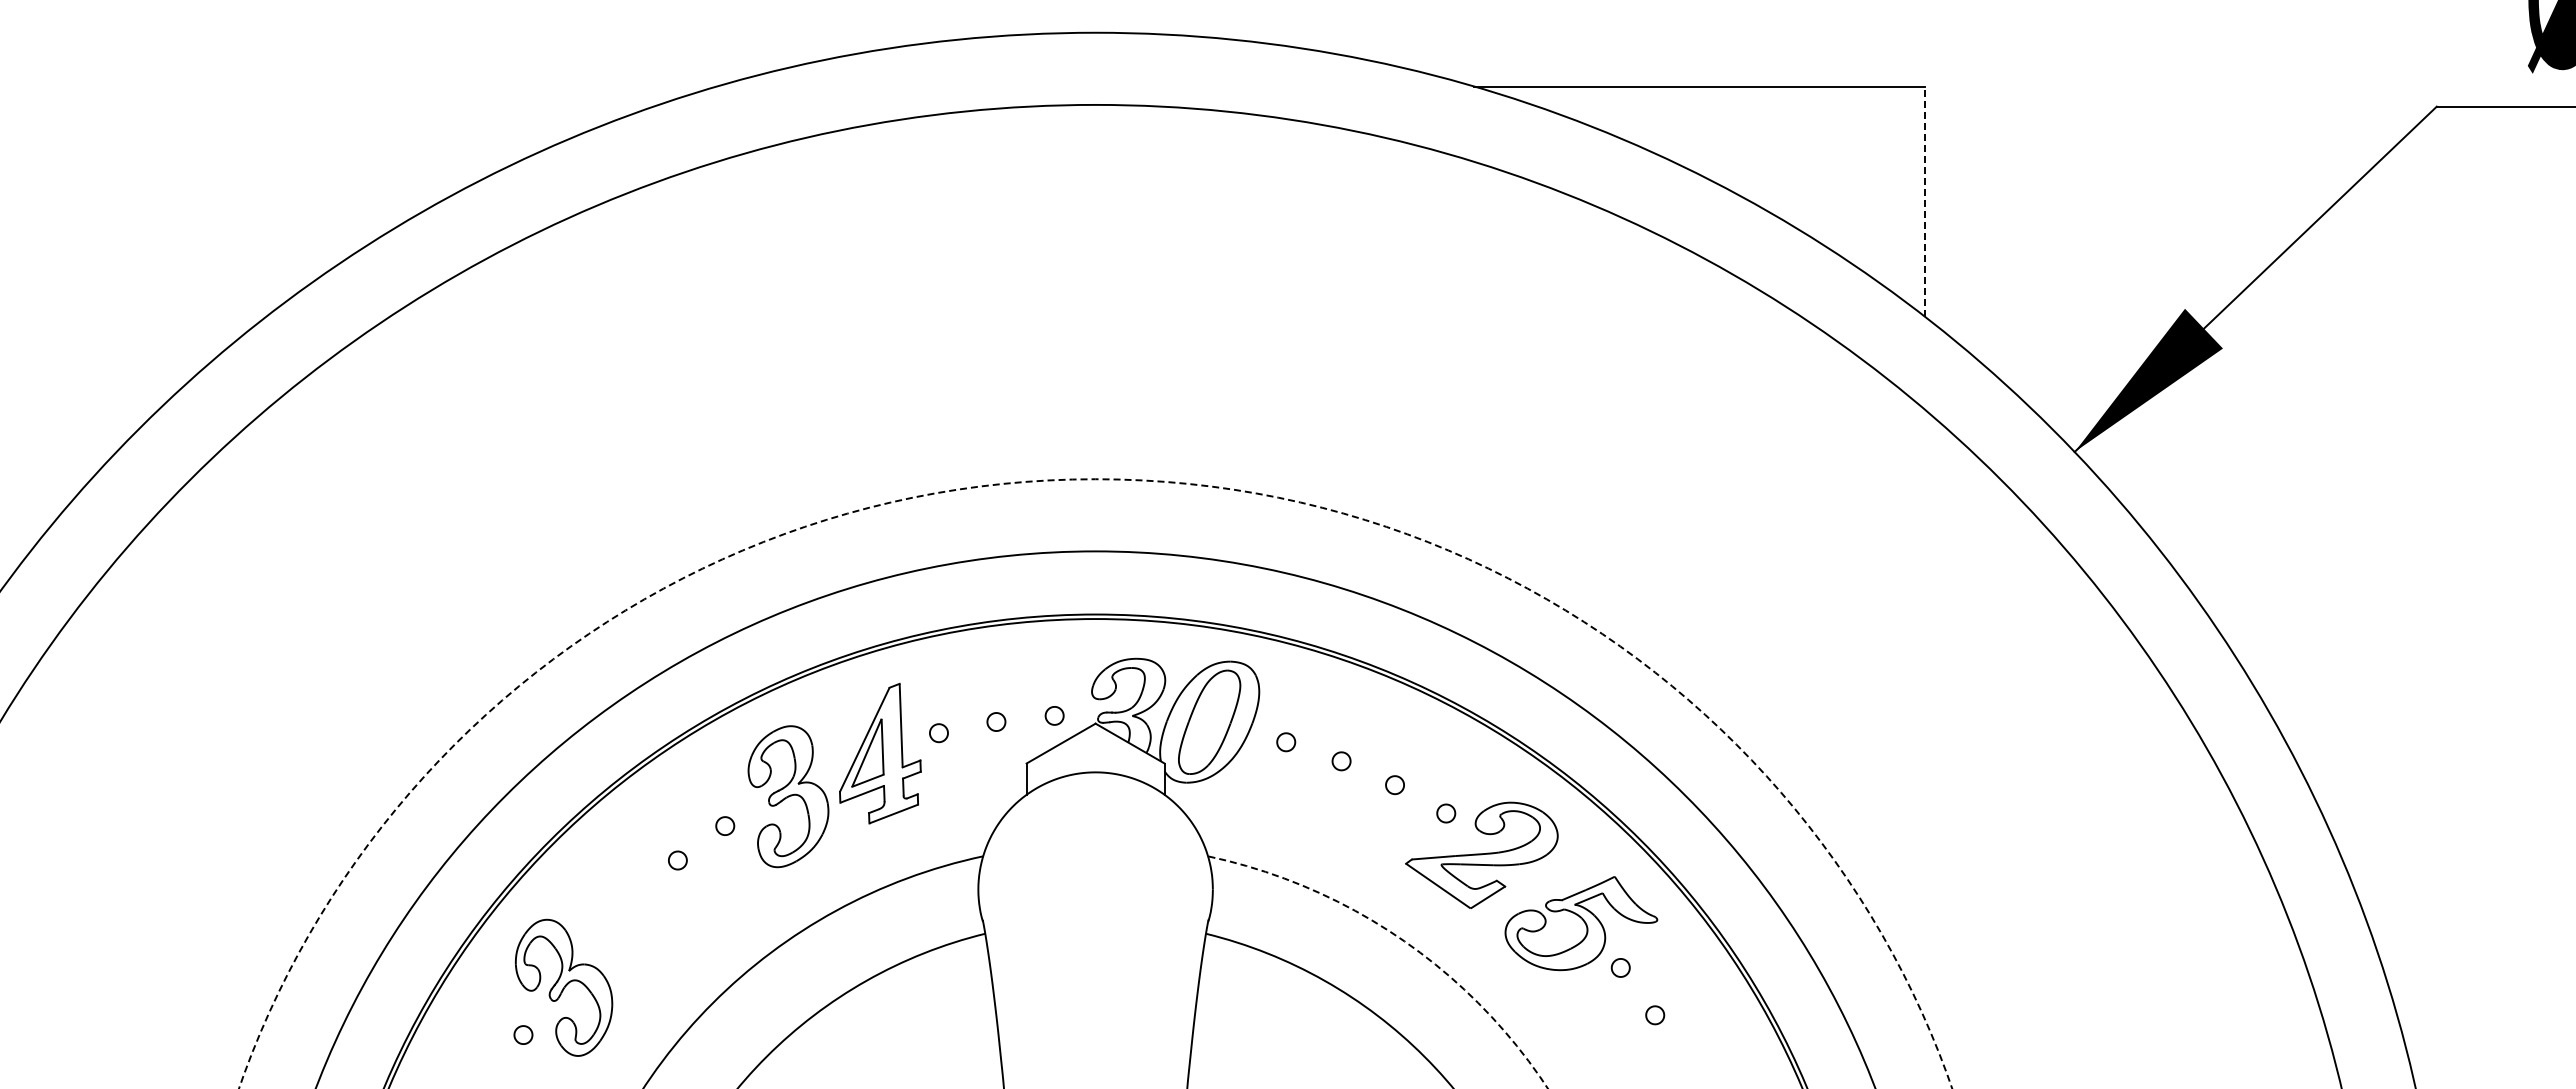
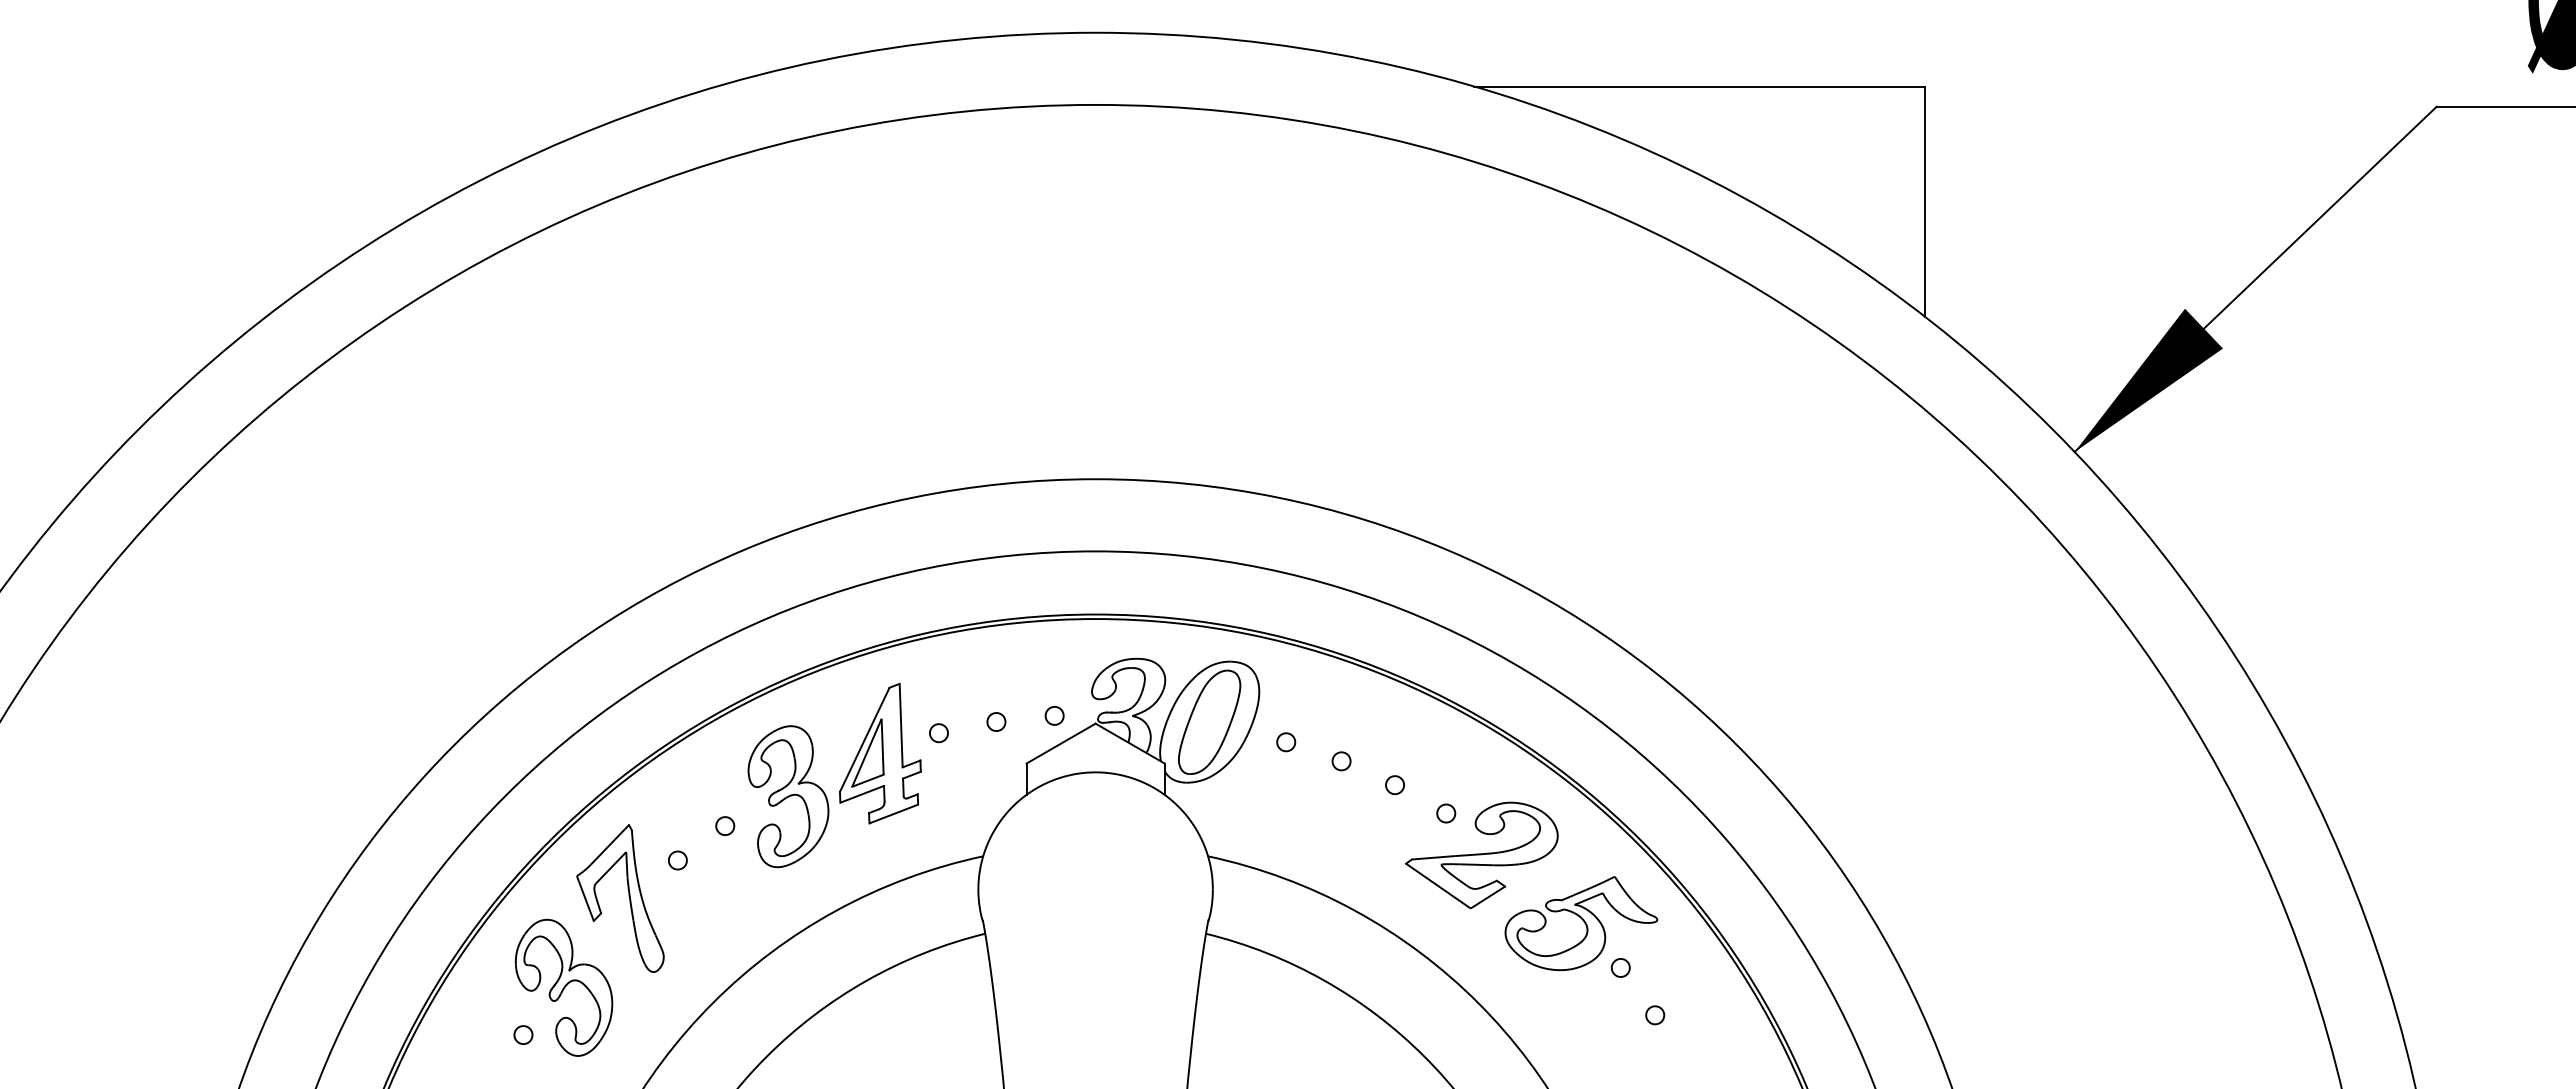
line at (1925, 201): dashed -> solid
circle at (1095, 783): dashed -> solid
part at (628, 896): none -> present
arc at (1402, 940): dashed -> solid
